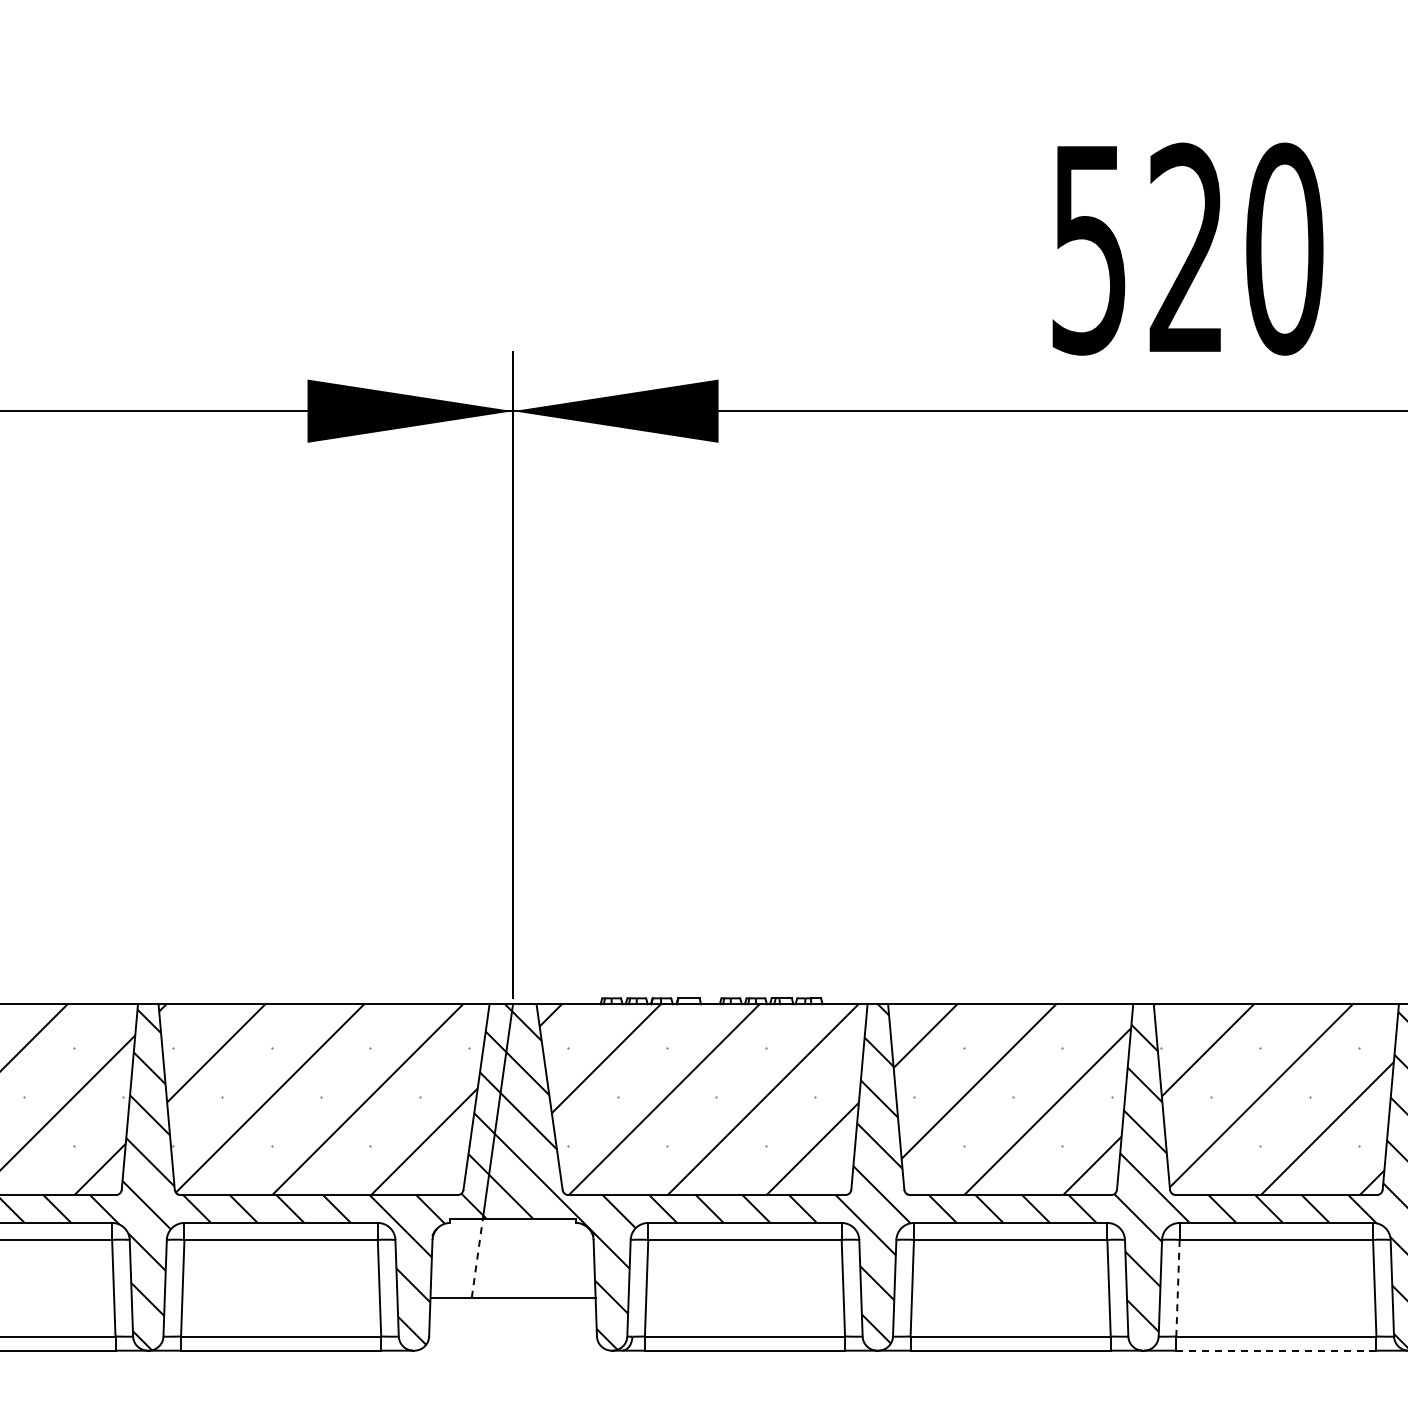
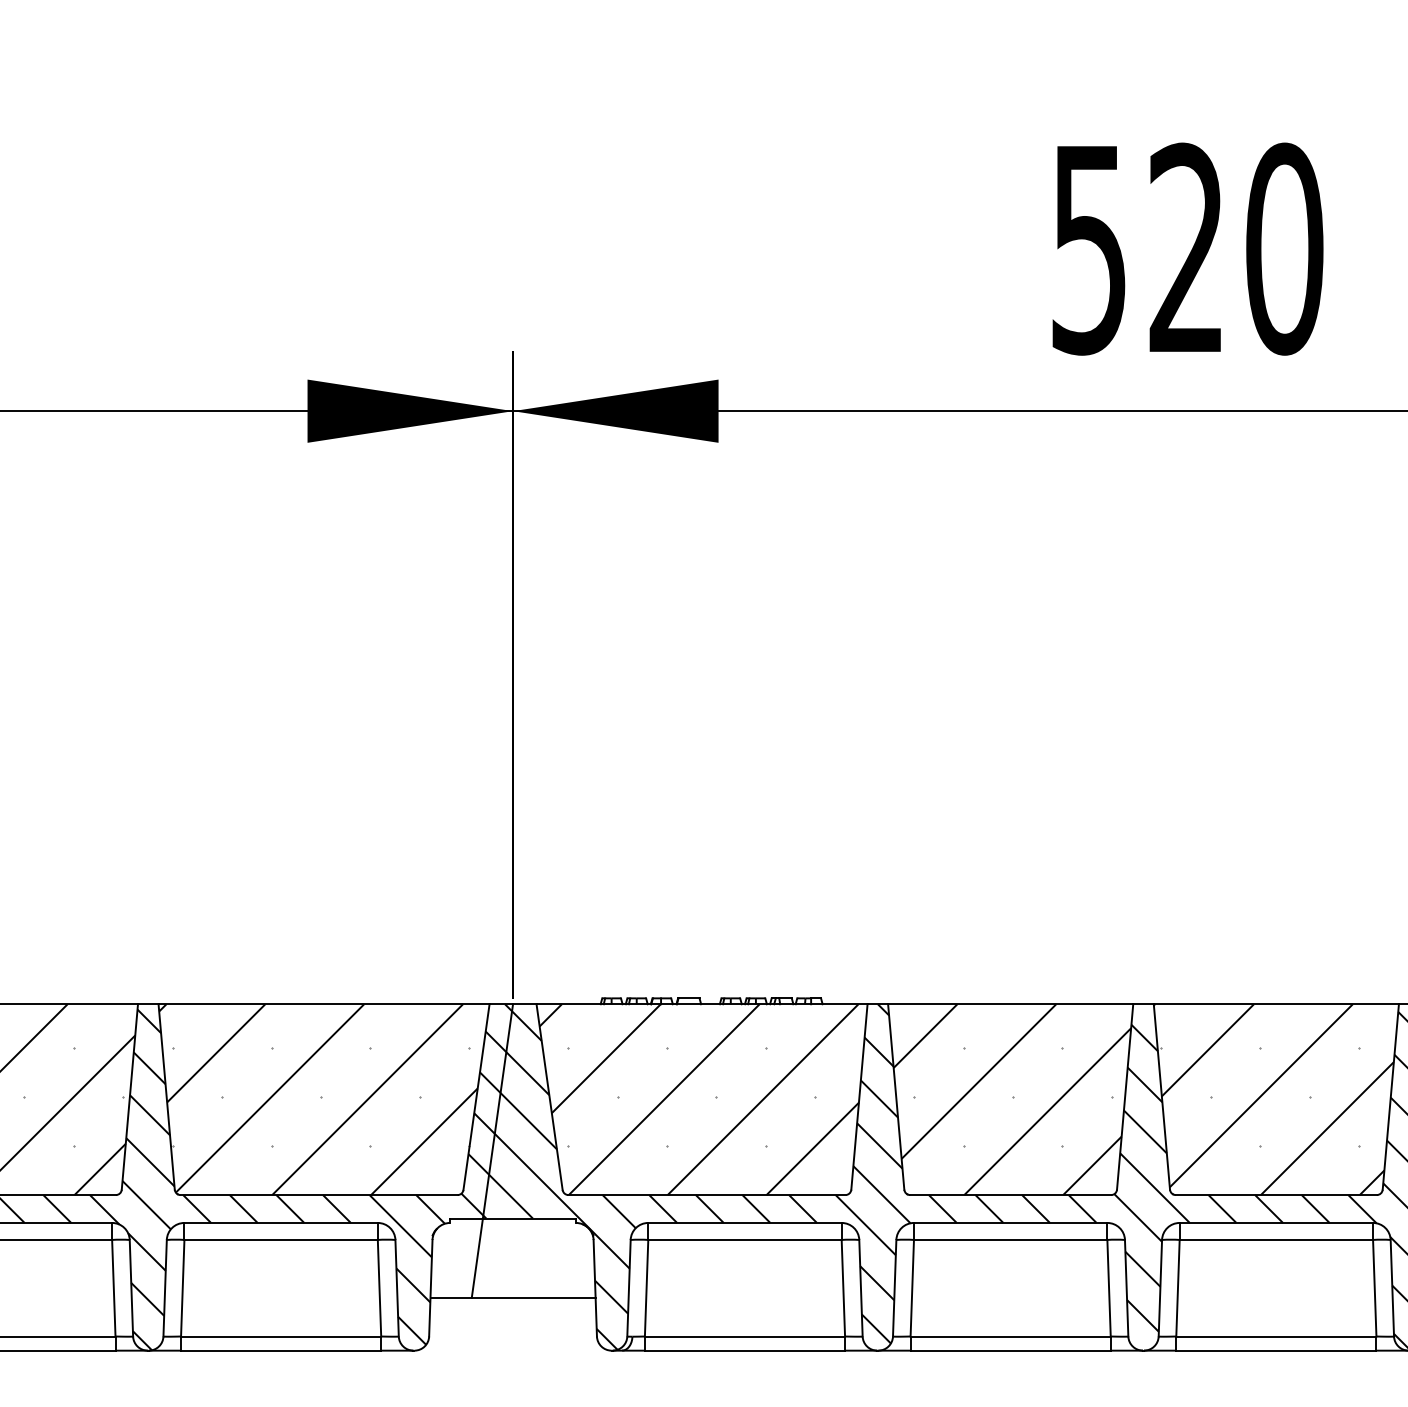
line at (477, 1257): dashed -> solid
line at (1177, 1288): dashed -> solid
line at (1275, 1350): dashed -> solid
